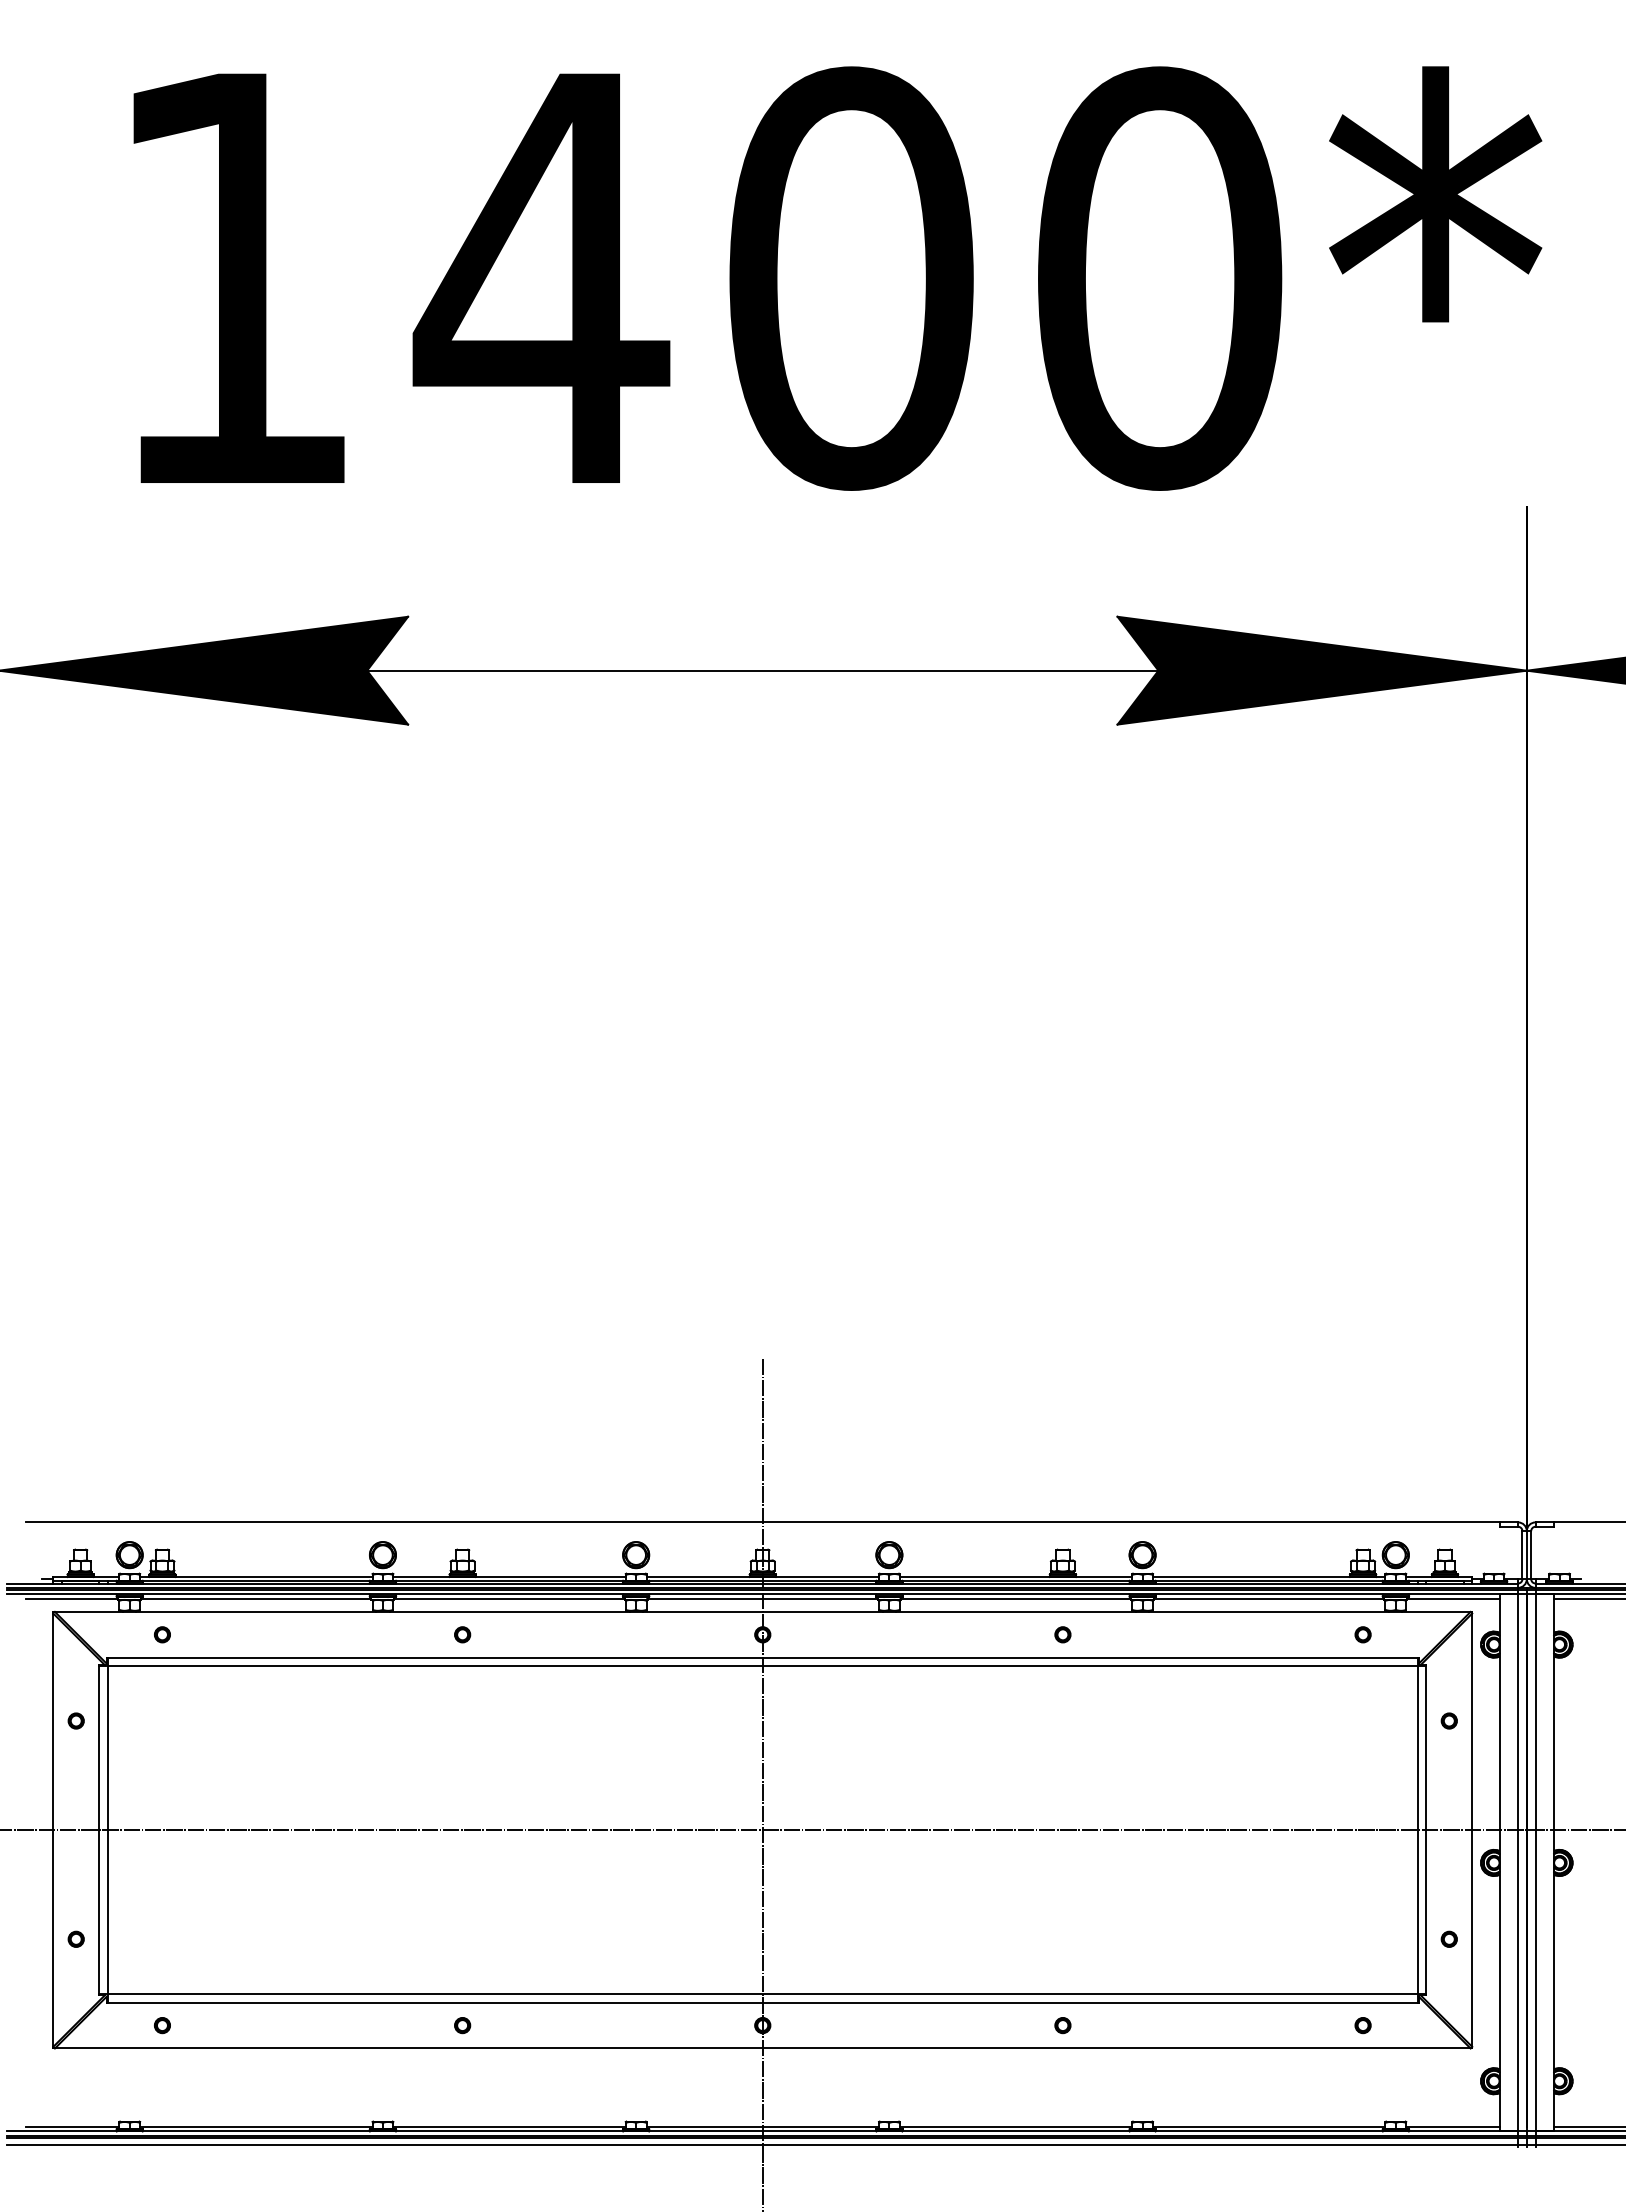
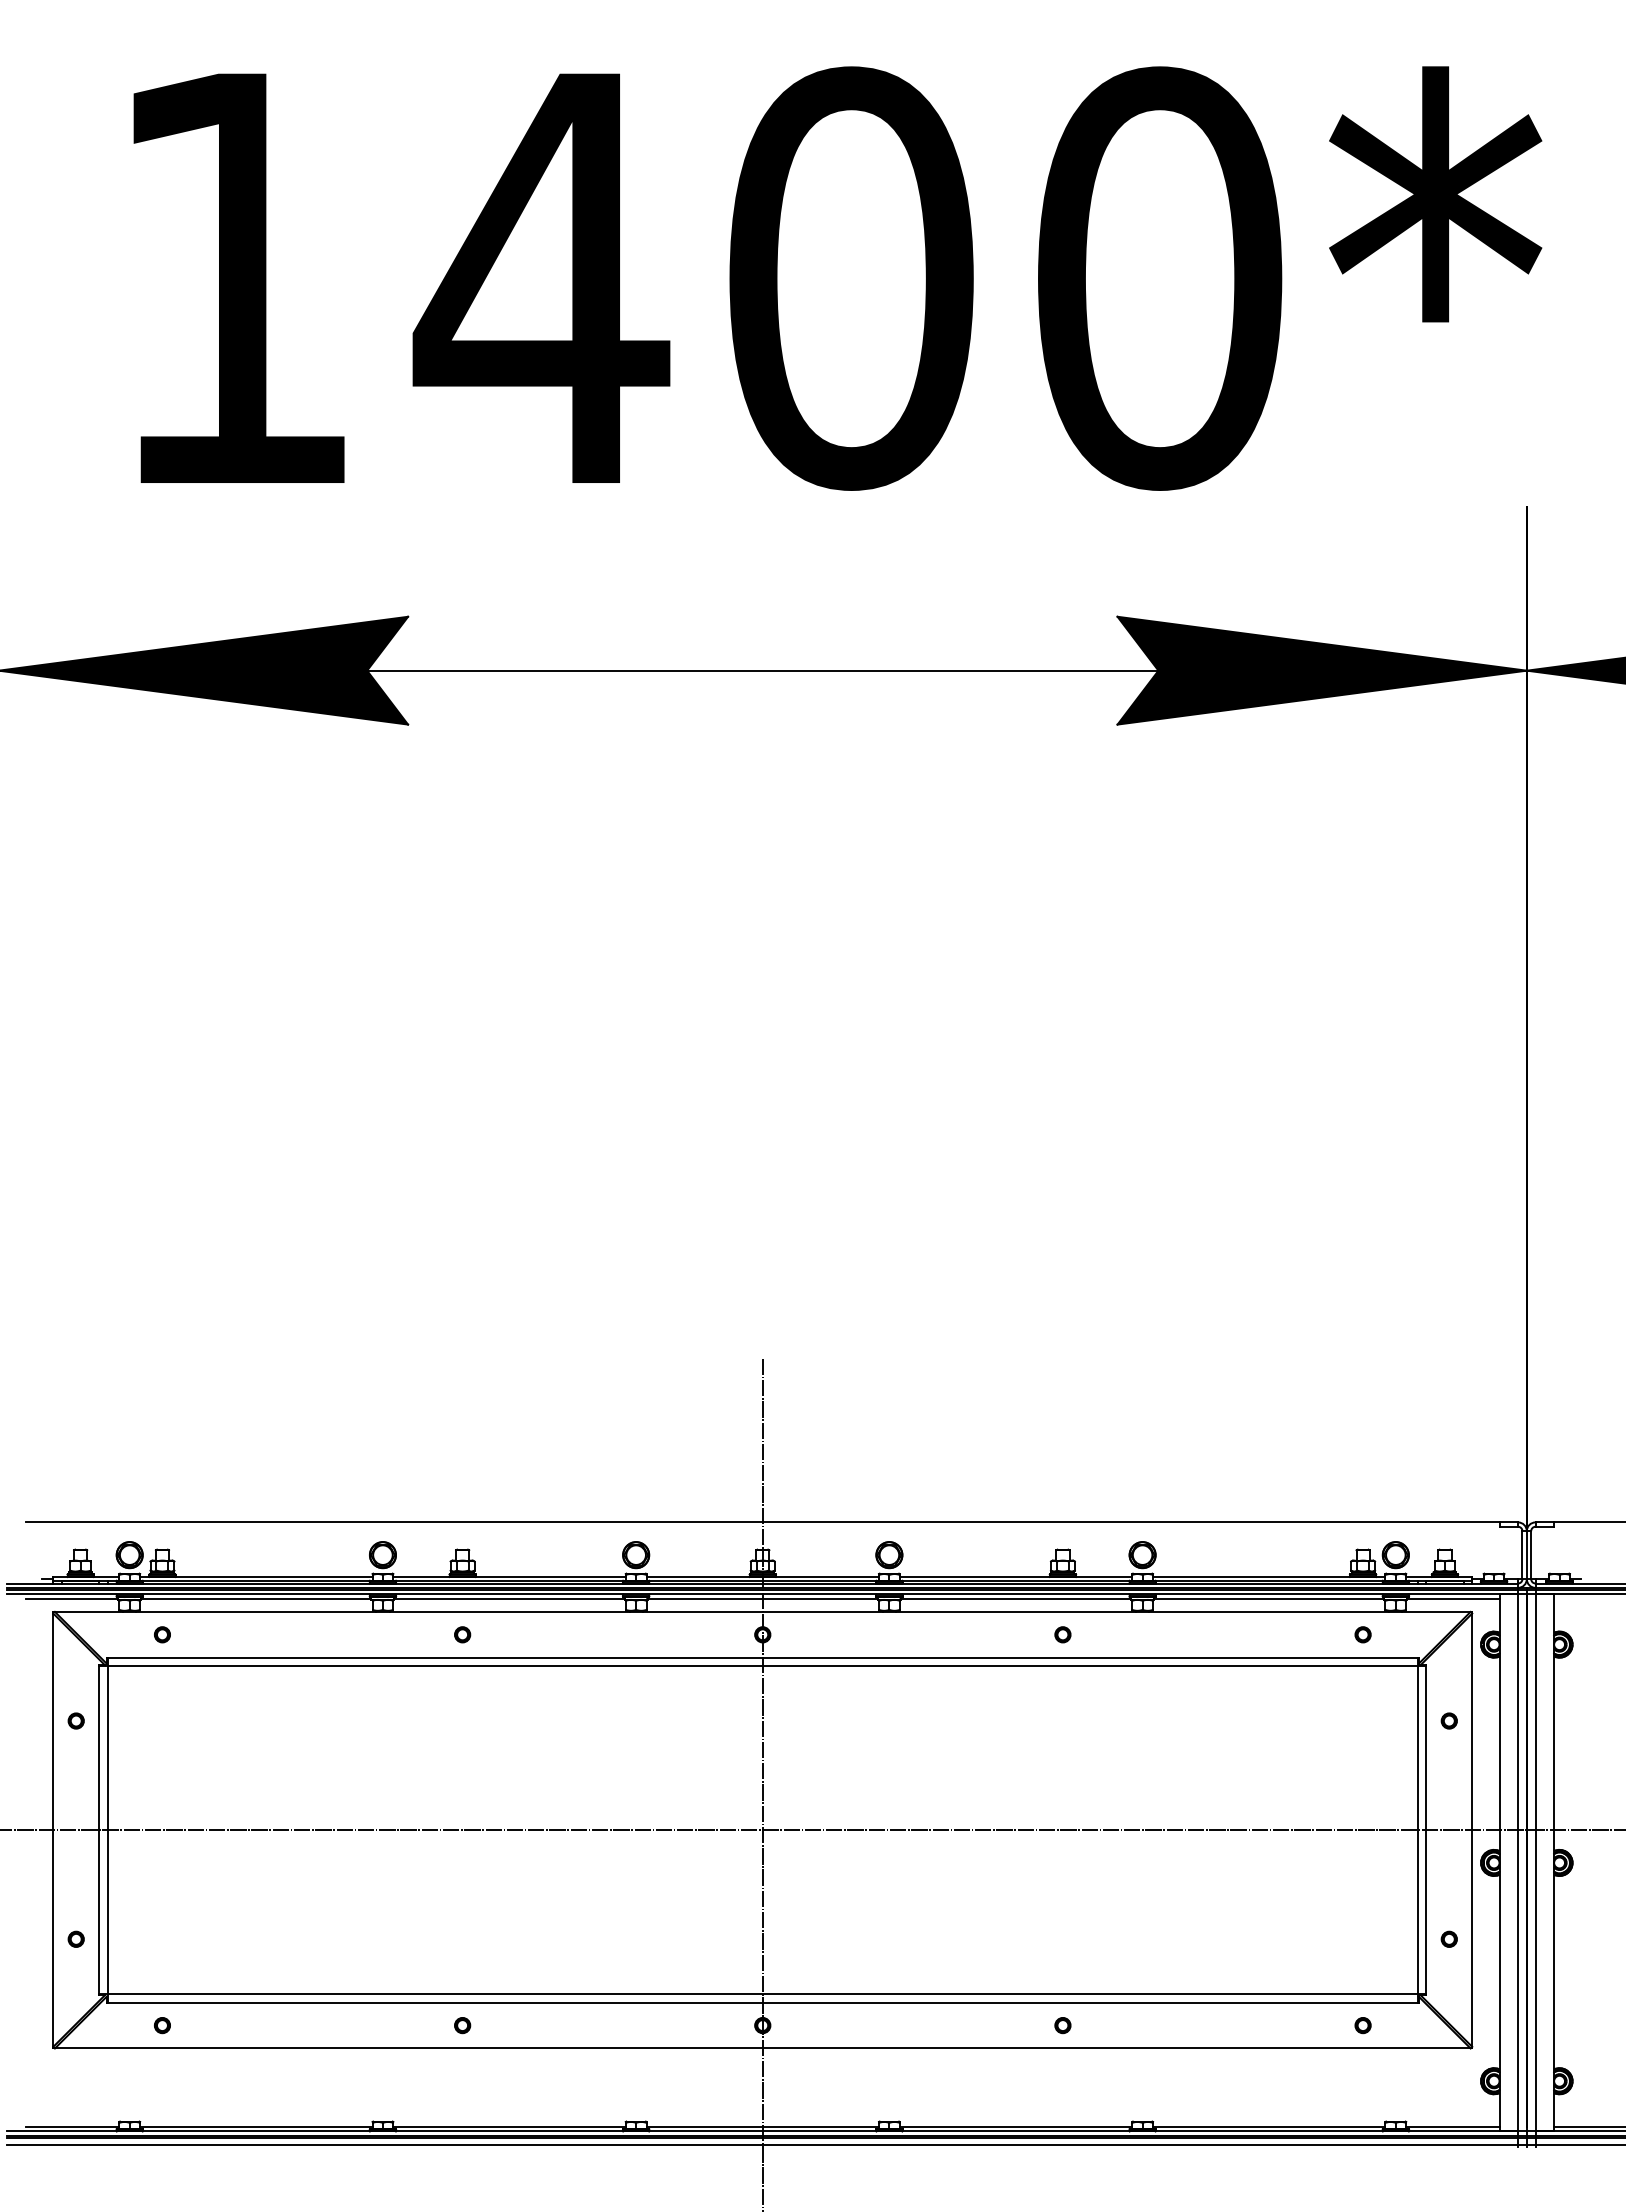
line at (1588, 1598): present -> none
